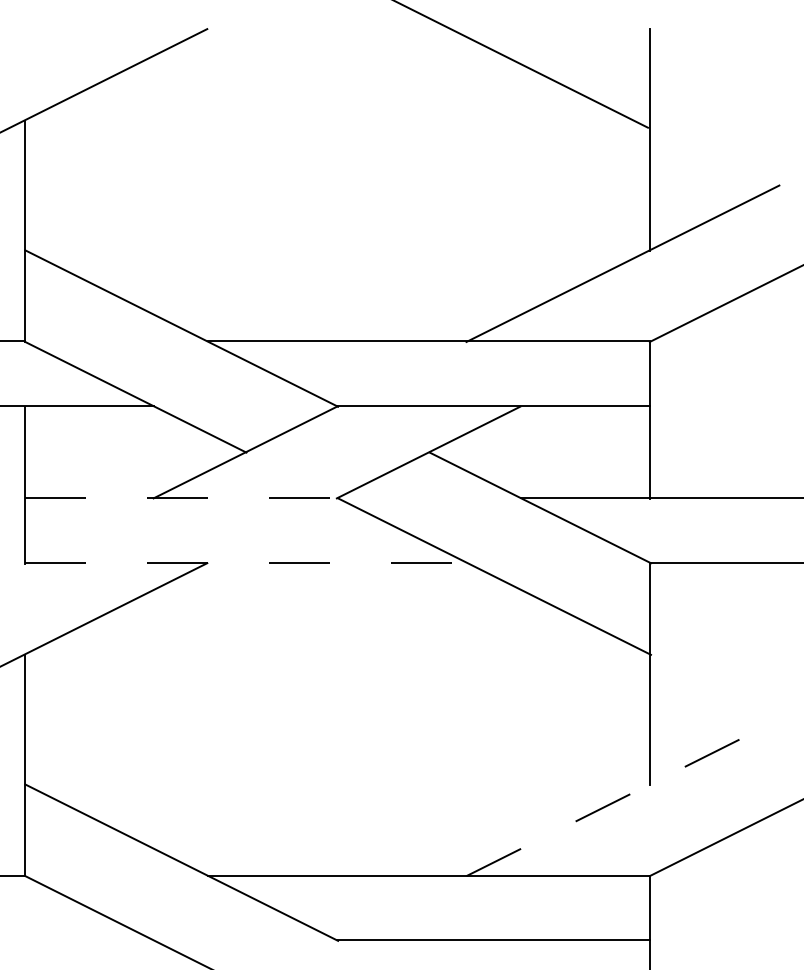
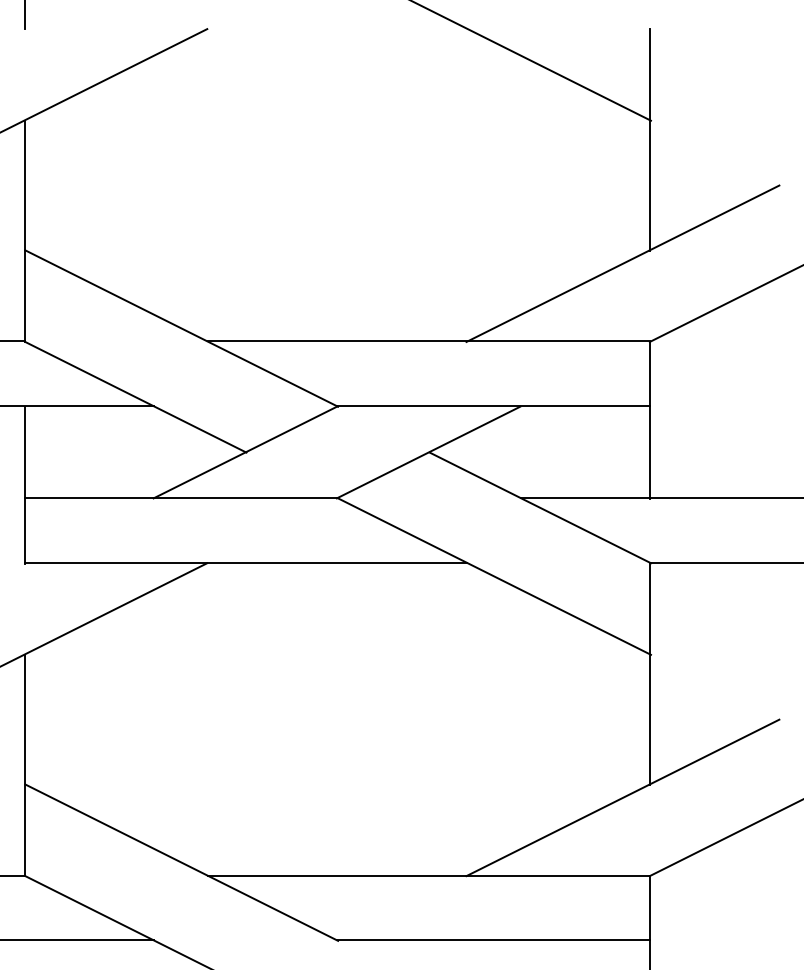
line at (24, 15): none -> present
line at (522, 64) position: (522, 64) -> (532, 61)
line at (181, 497): dashed -> solid
line at (246, 562): dashed -> solid
line at (622, 797): dashed -> solid
line at (78, 940): none -> present
